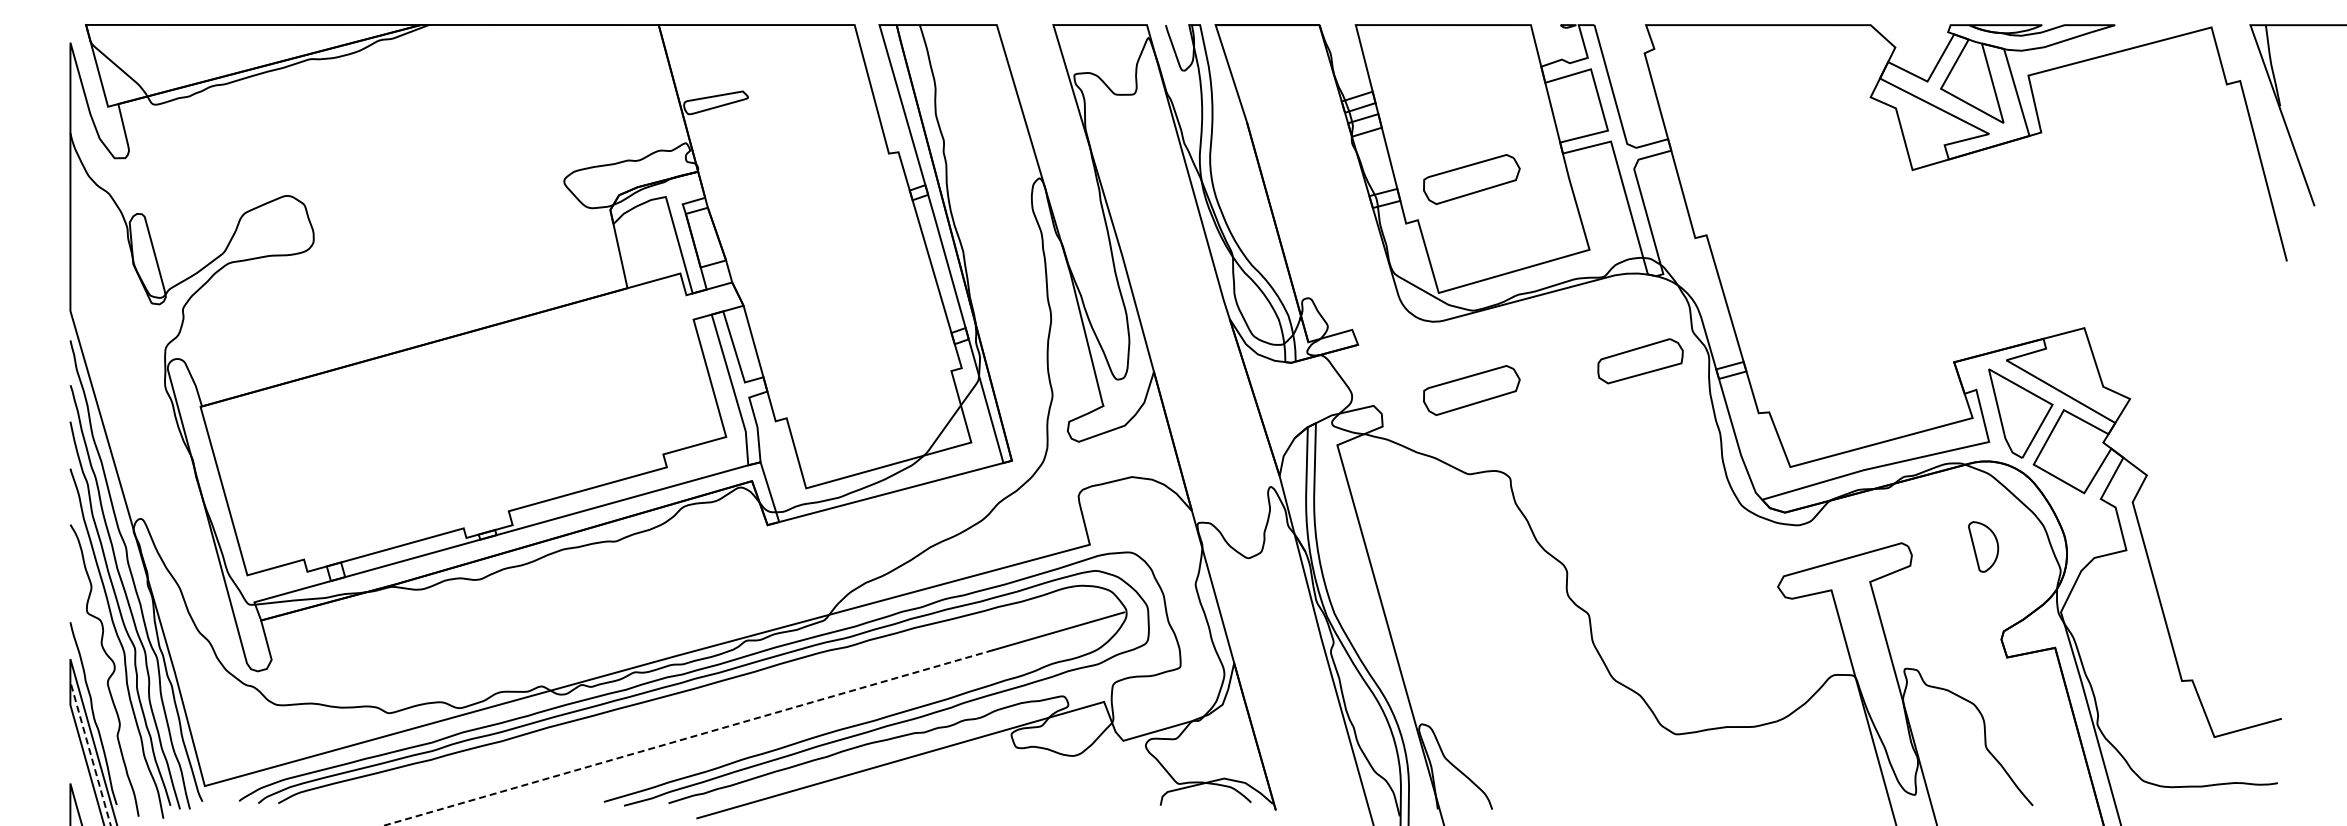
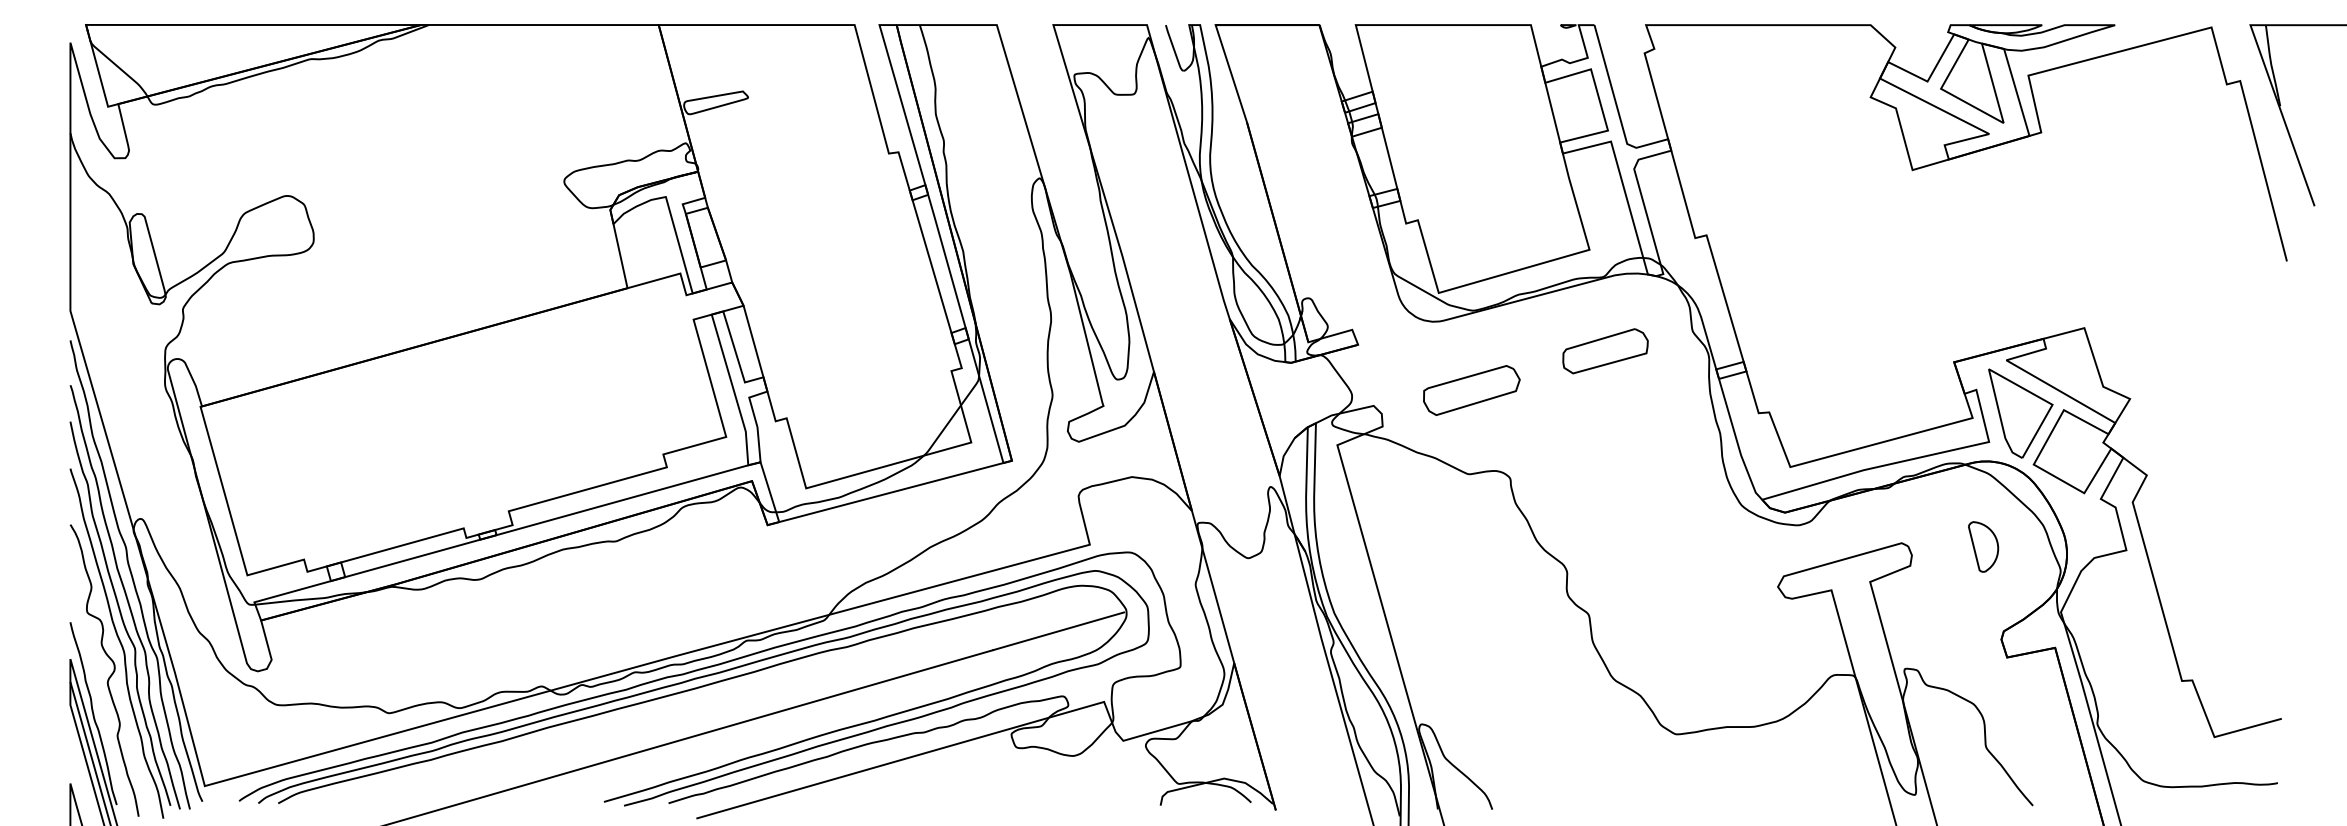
part at (1471, 179): present -> none
part at (1640, 361) position: (1640, 361) -> (1605, 351)
line at (687, 738): dashed -> solid
line at (90, 753): dashed -> solid
